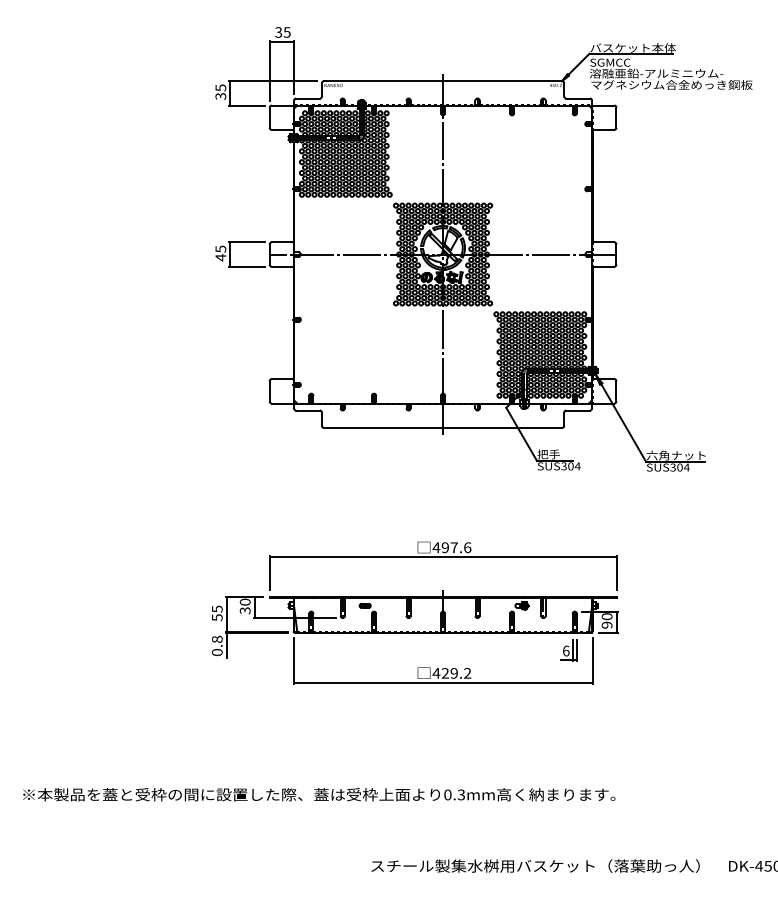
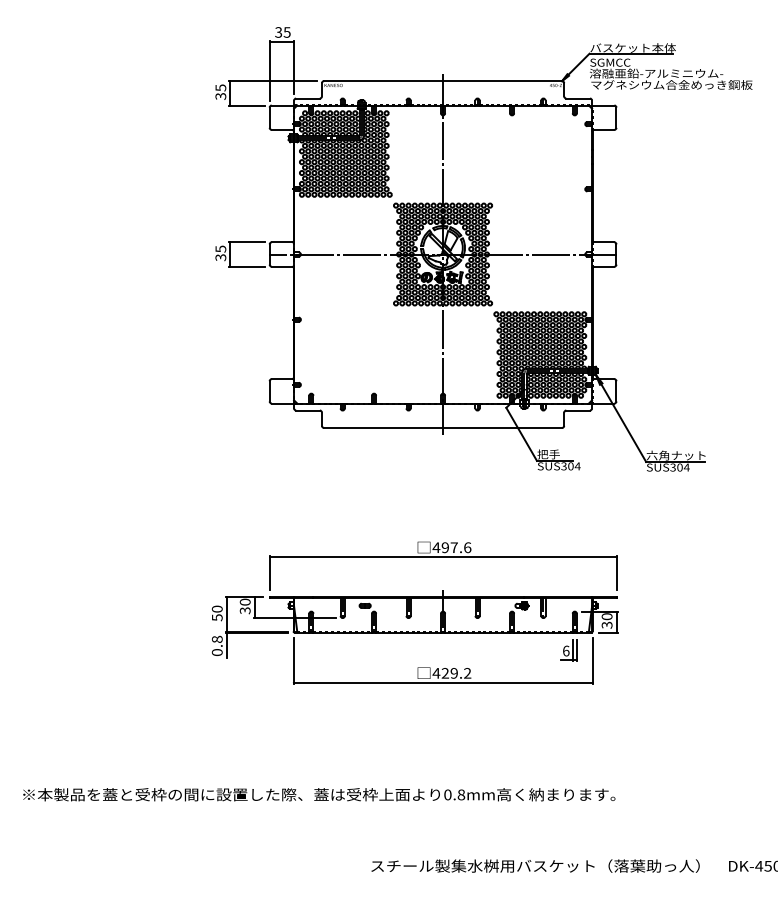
text at (220, 257): 45 -> 35
text at (216, 608): 55 -> 50
text at (607, 624): 90 -> 30
text at (461, 794): 0.3mm -> 0.8mm
